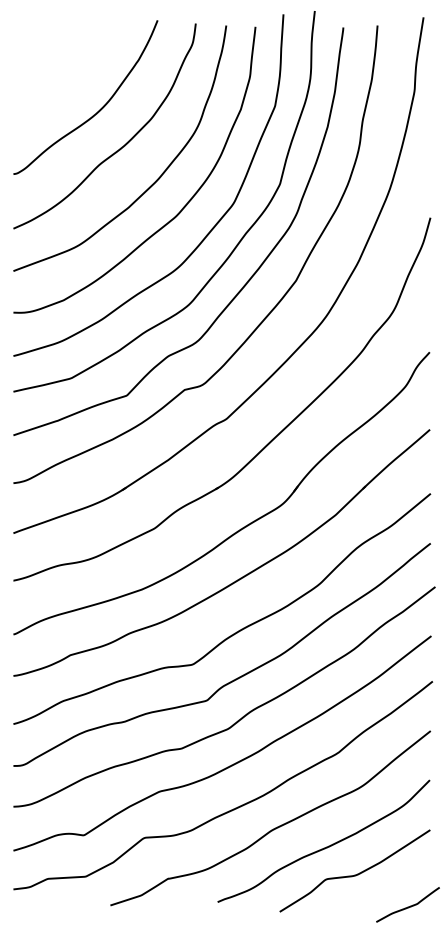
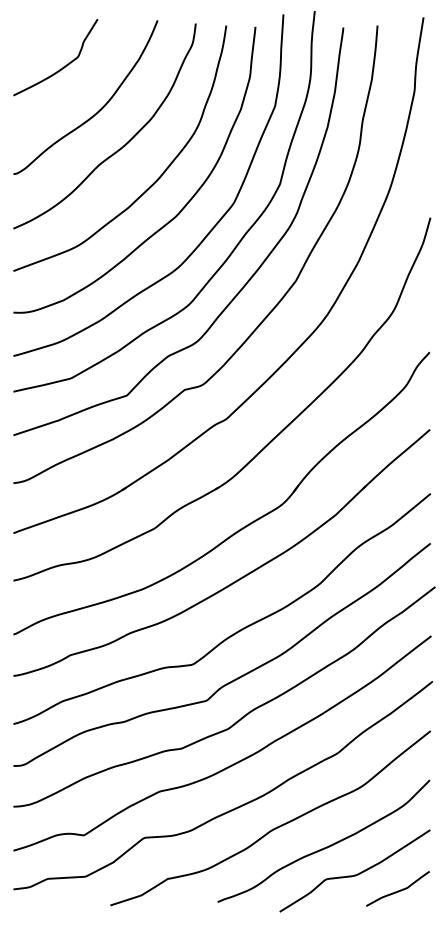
curve at (63, 66): none -> present
curve at (407, 906) position: (407, 906) -> (397, 890)
